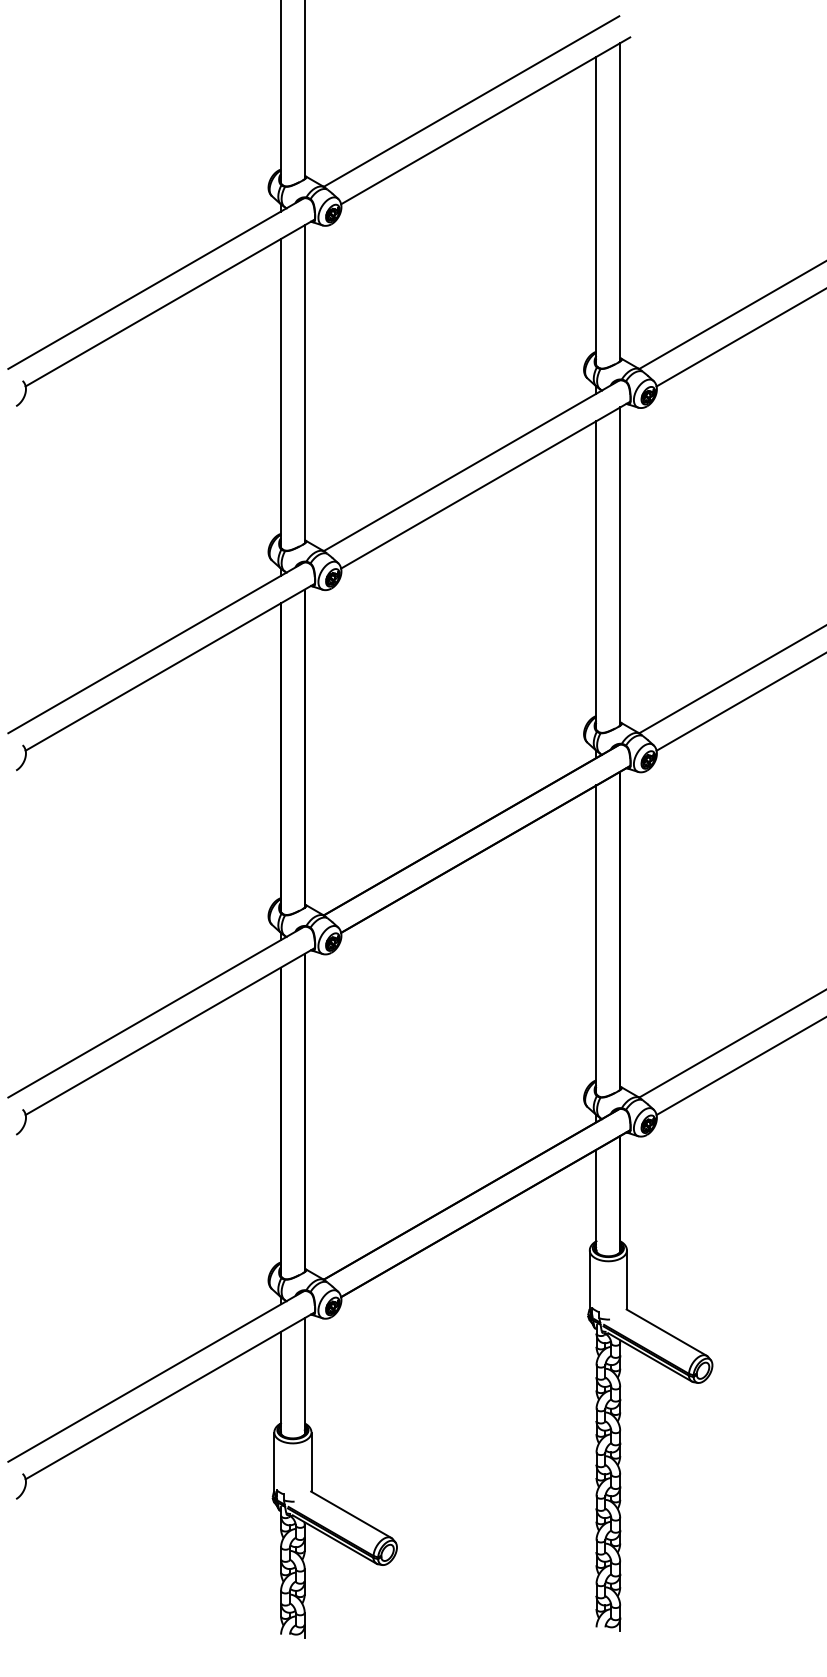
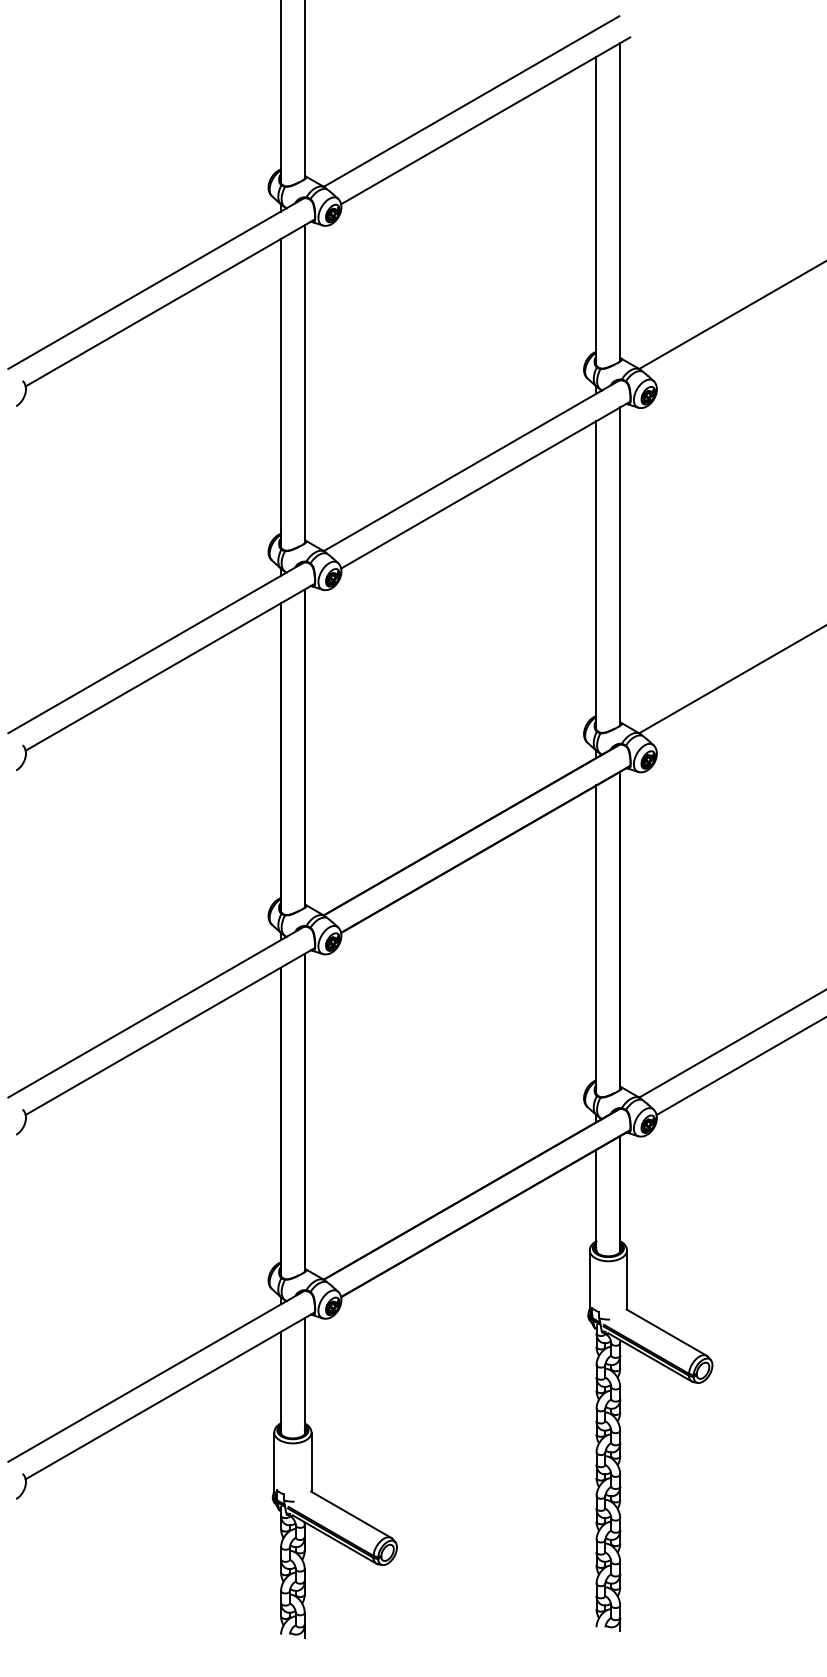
line at (739, 338): present -> none
line at (739, 702): present -> none
